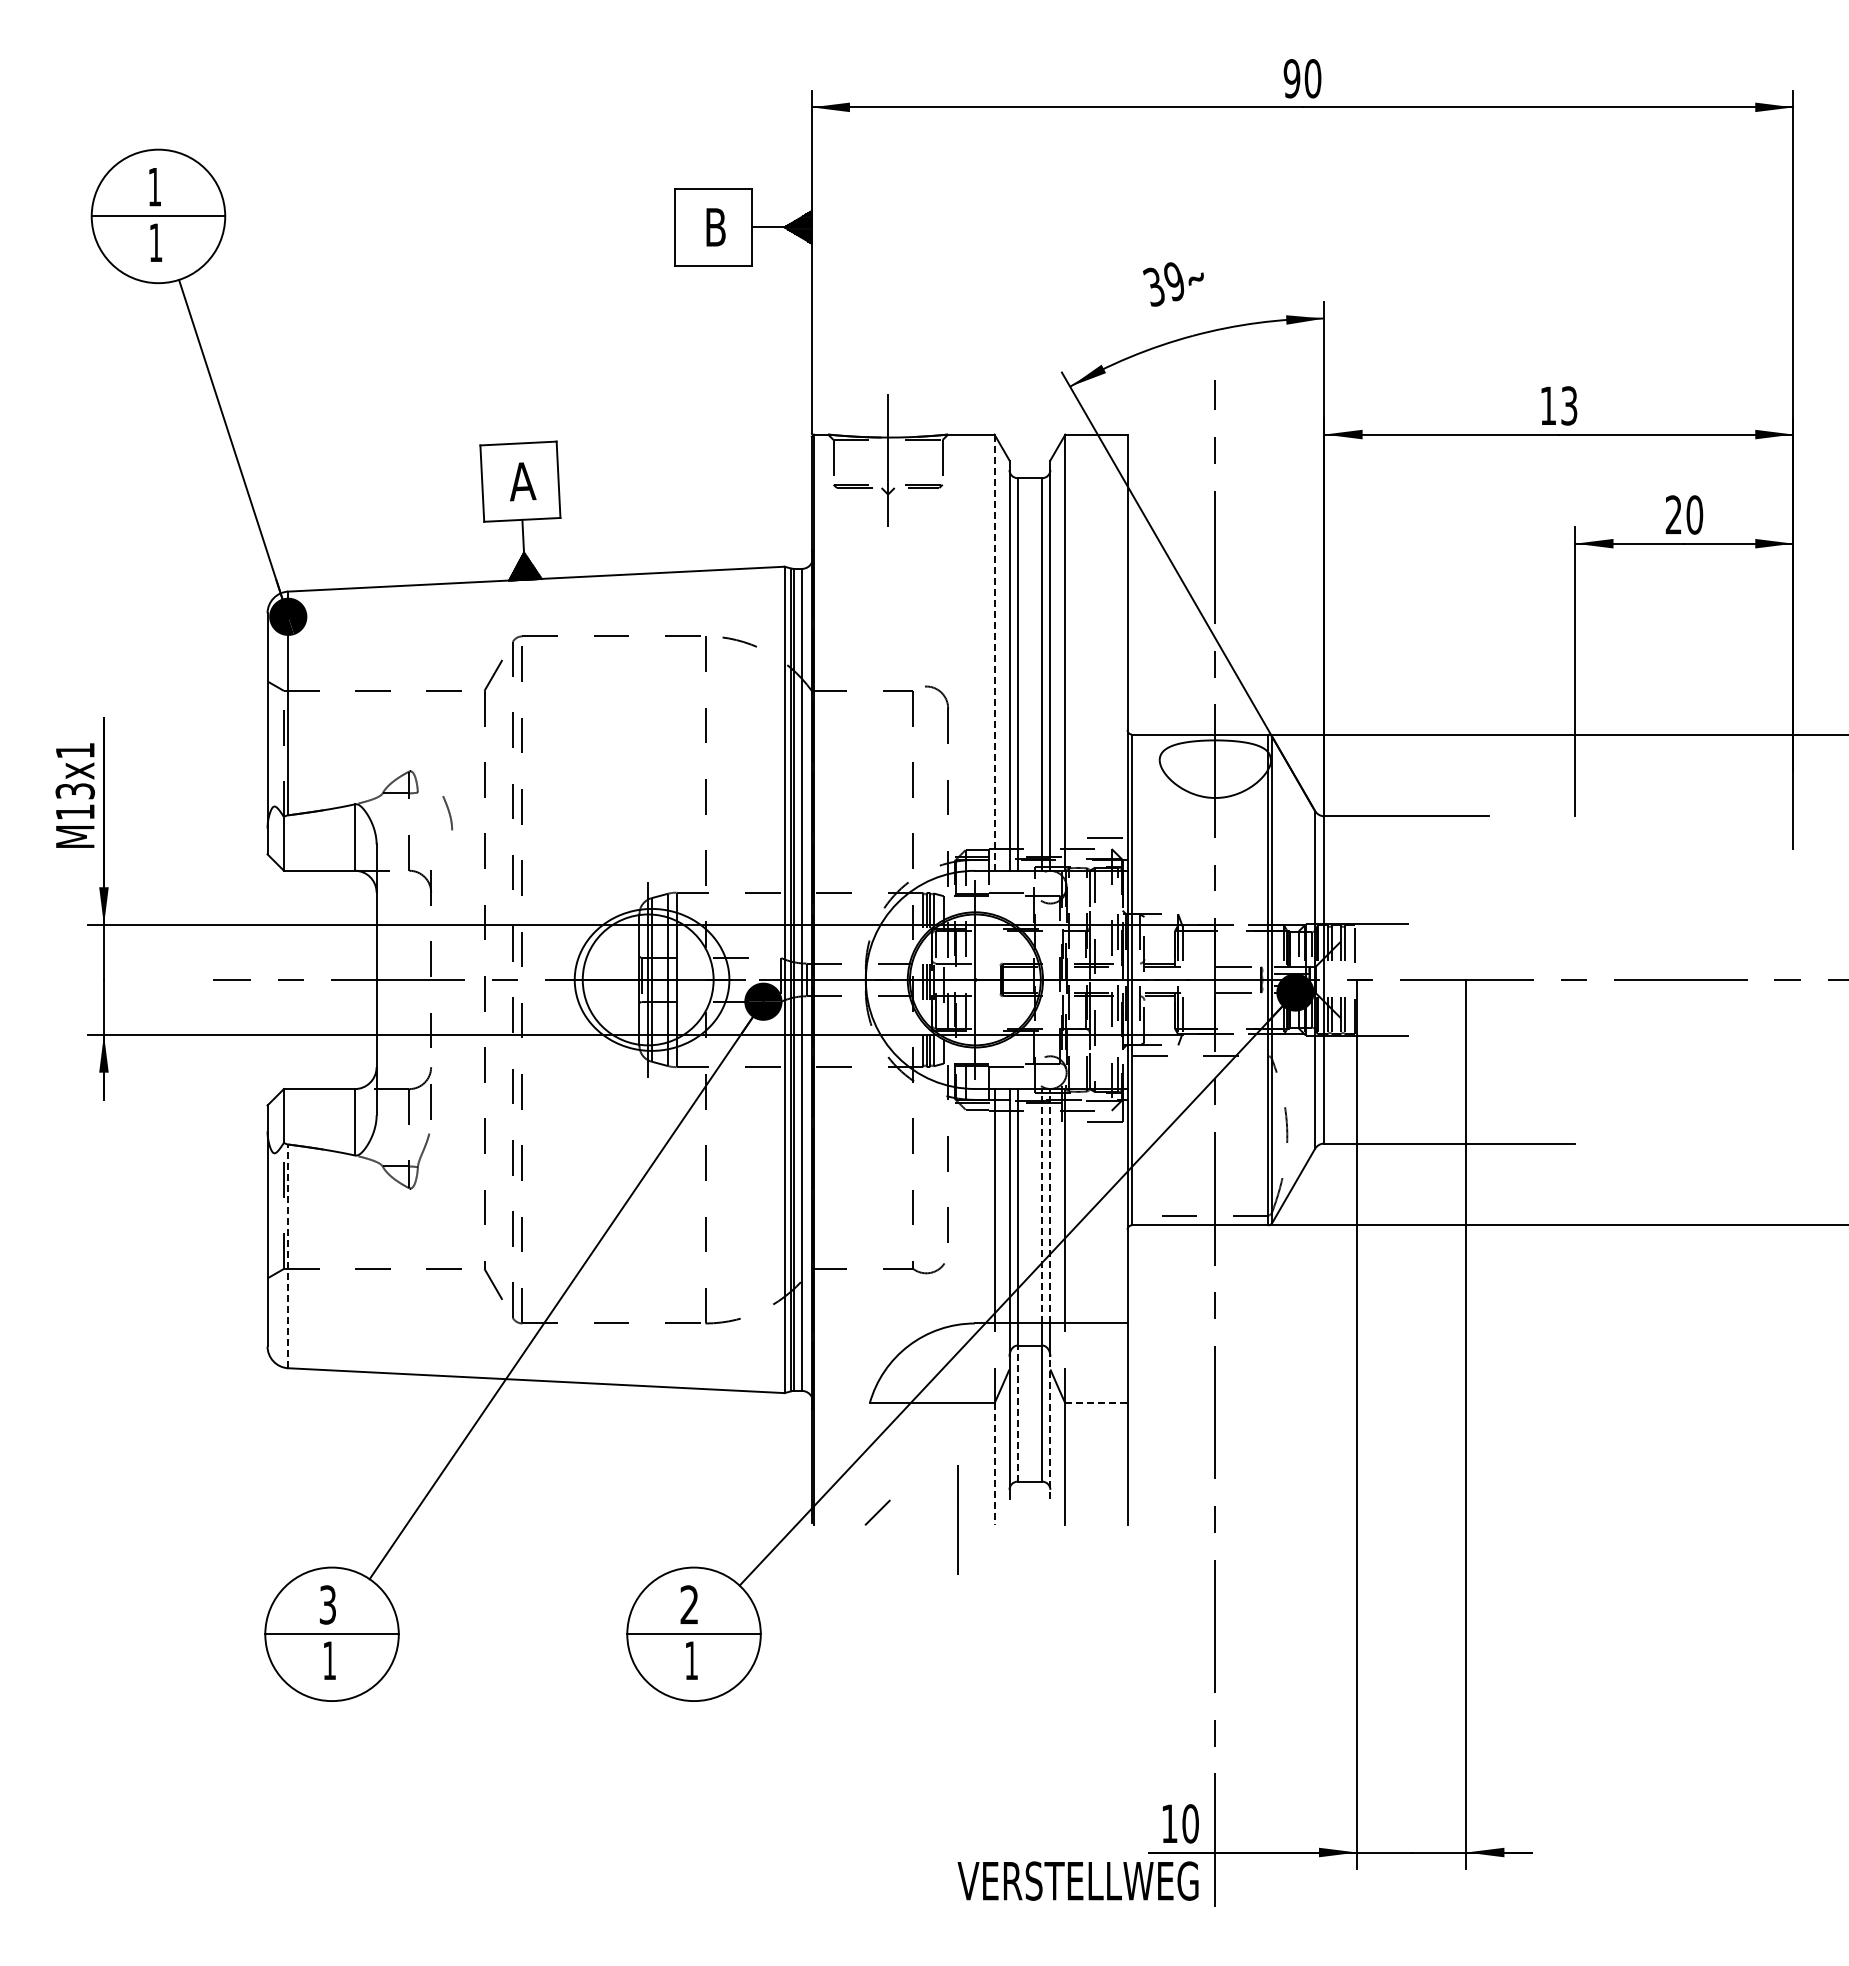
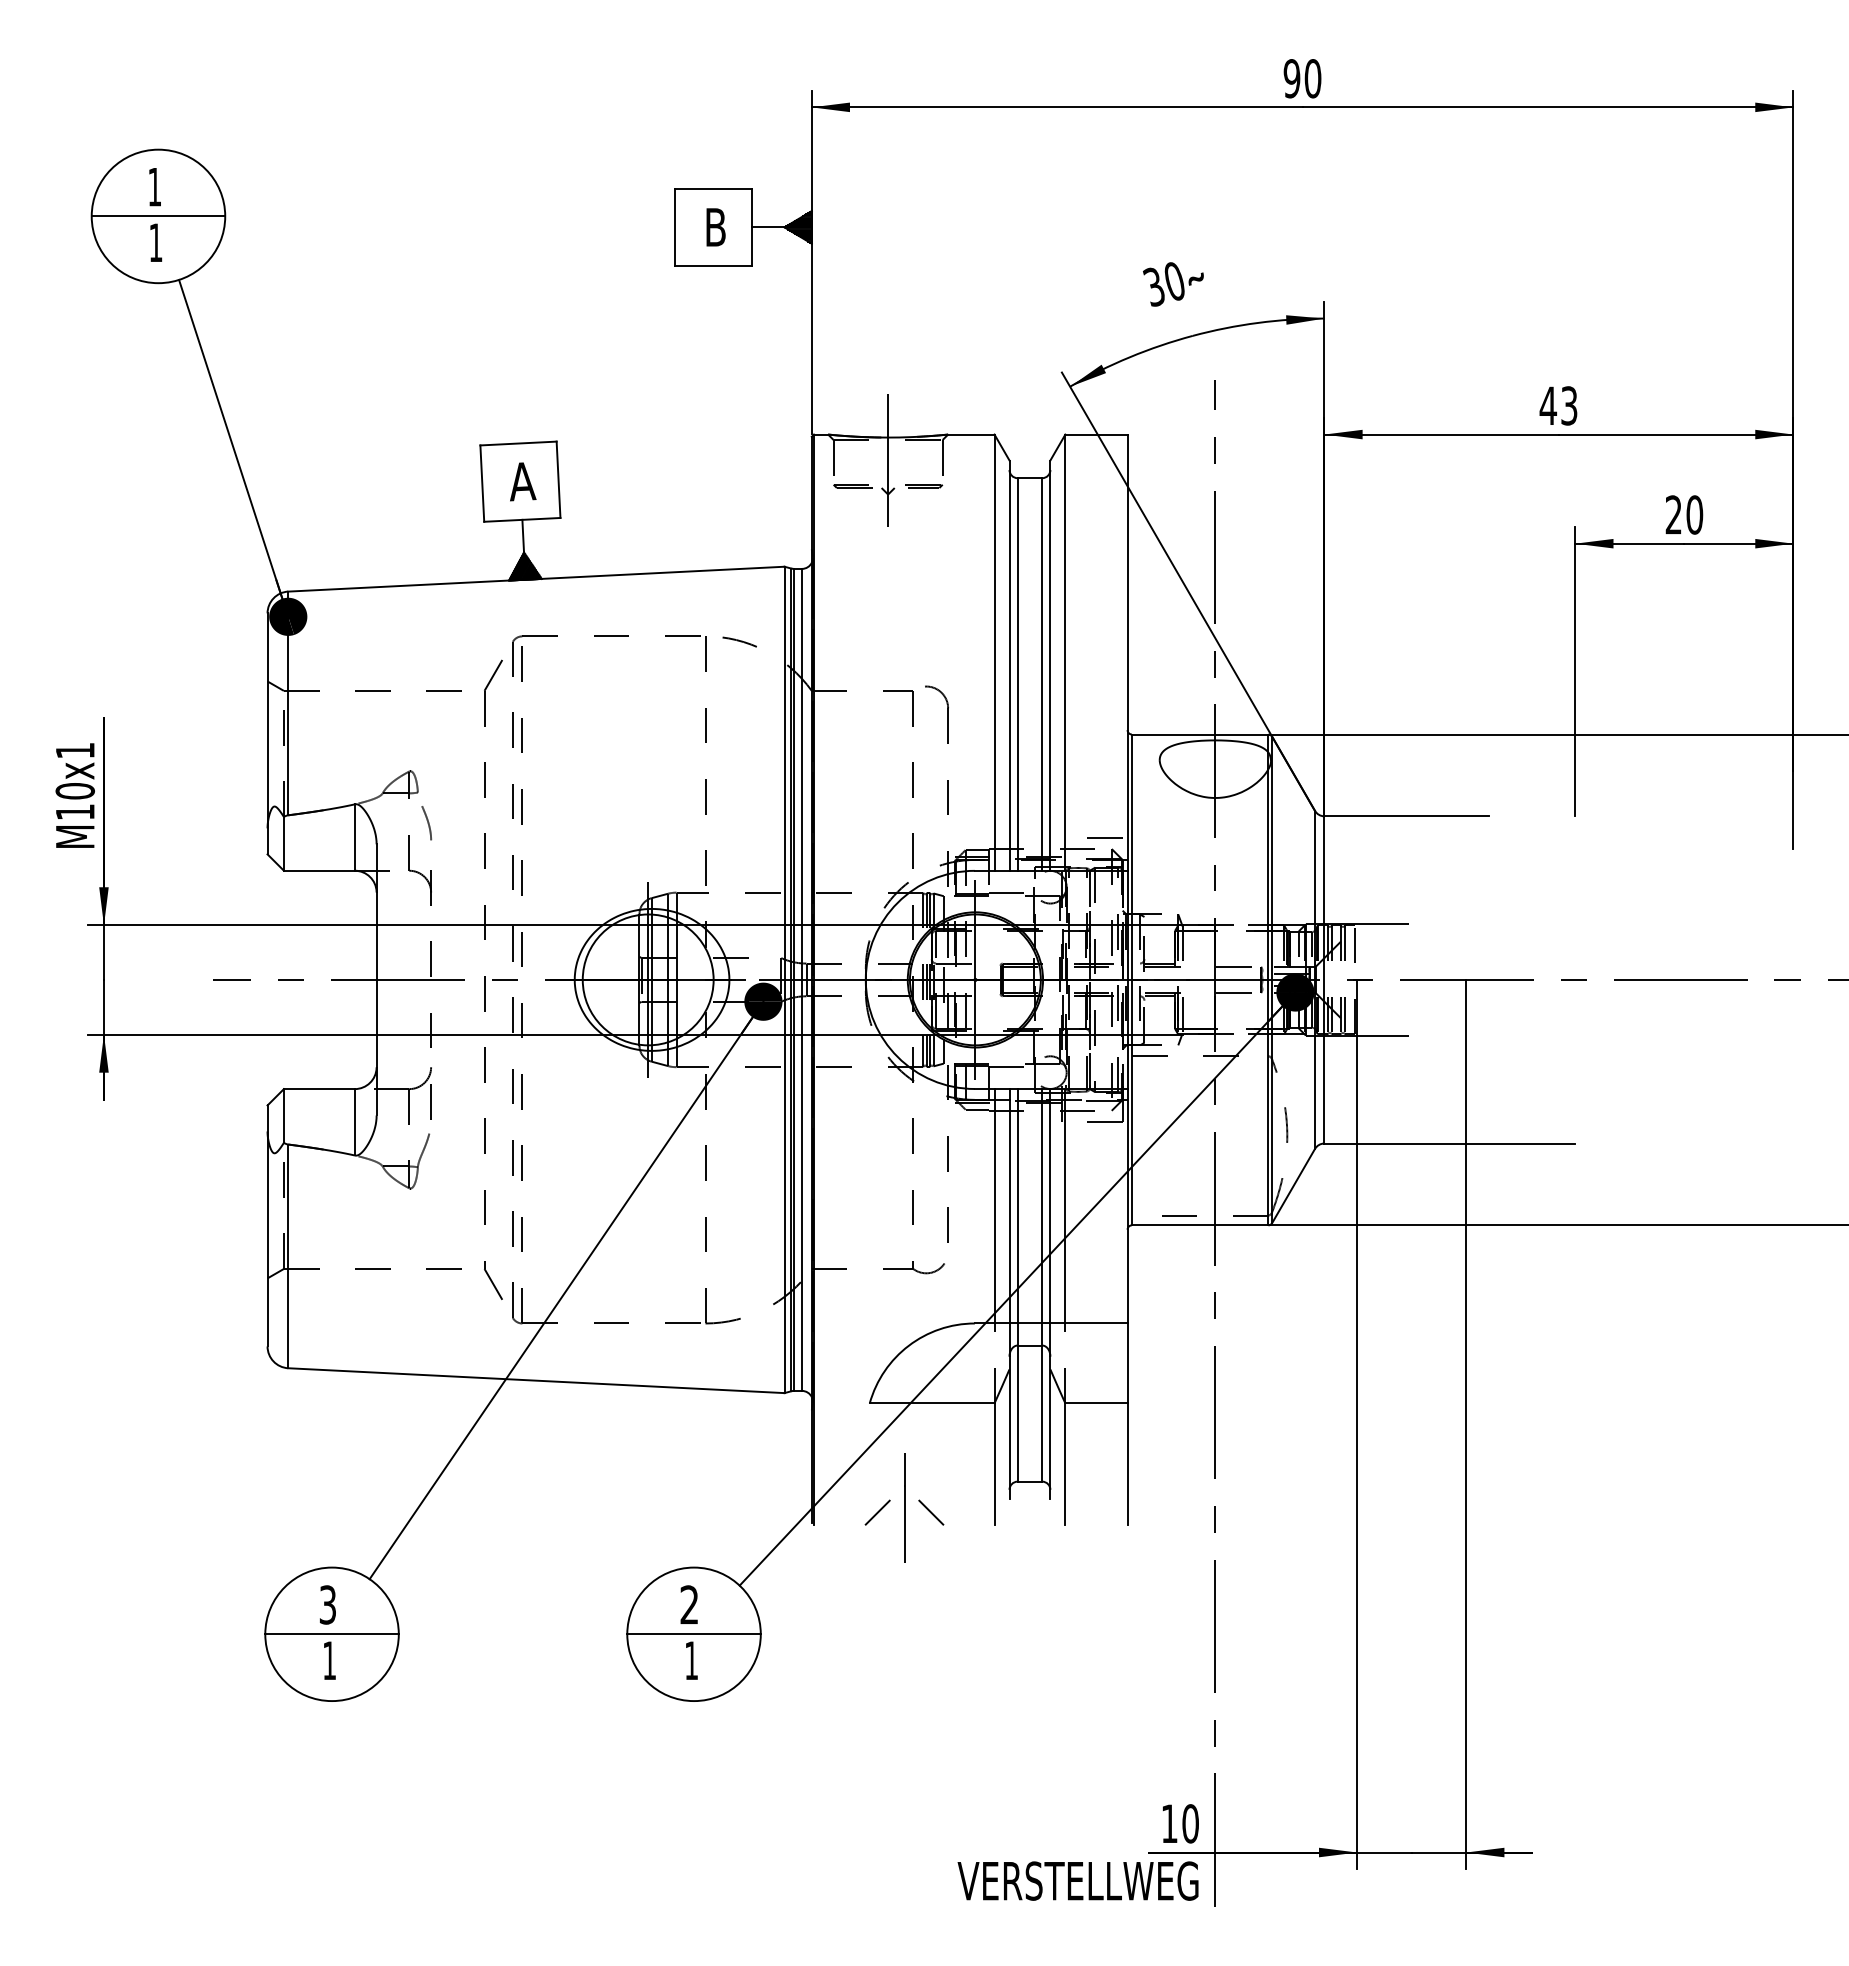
text at (1174, 281): 39 -> 30
text at (1548, 405): 13 -> 43
line at (994, 653): dashed -> solid
text at (74, 791): M13x1 -> M10x1
curve at (448, 813) position: (448, 813) -> (427, 823)
line at (1042, 1205): dashed -> solid
line at (1050, 1205): dashed -> solid
line at (288, 1256): dashed -> solid
line at (1096, 1403): dashed -> solid
line at (1017, 1413): dashed -> solid
line at (1050, 1427): dashed -> solid
line at (994, 1464): dashed -> solid
line at (931, 1512): none -> present
line at (957, 1519) position: (957, 1519) -> (904, 1507)
